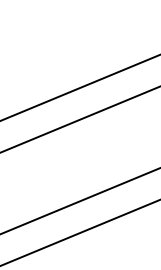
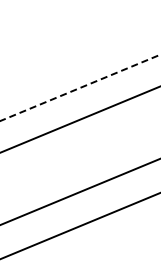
line at (80, 87): solid -> dashed
line at (79, 201) position: (79, 201) -> (79, 192)
line at (79, 232) position: (79, 232) -> (79, 226)
